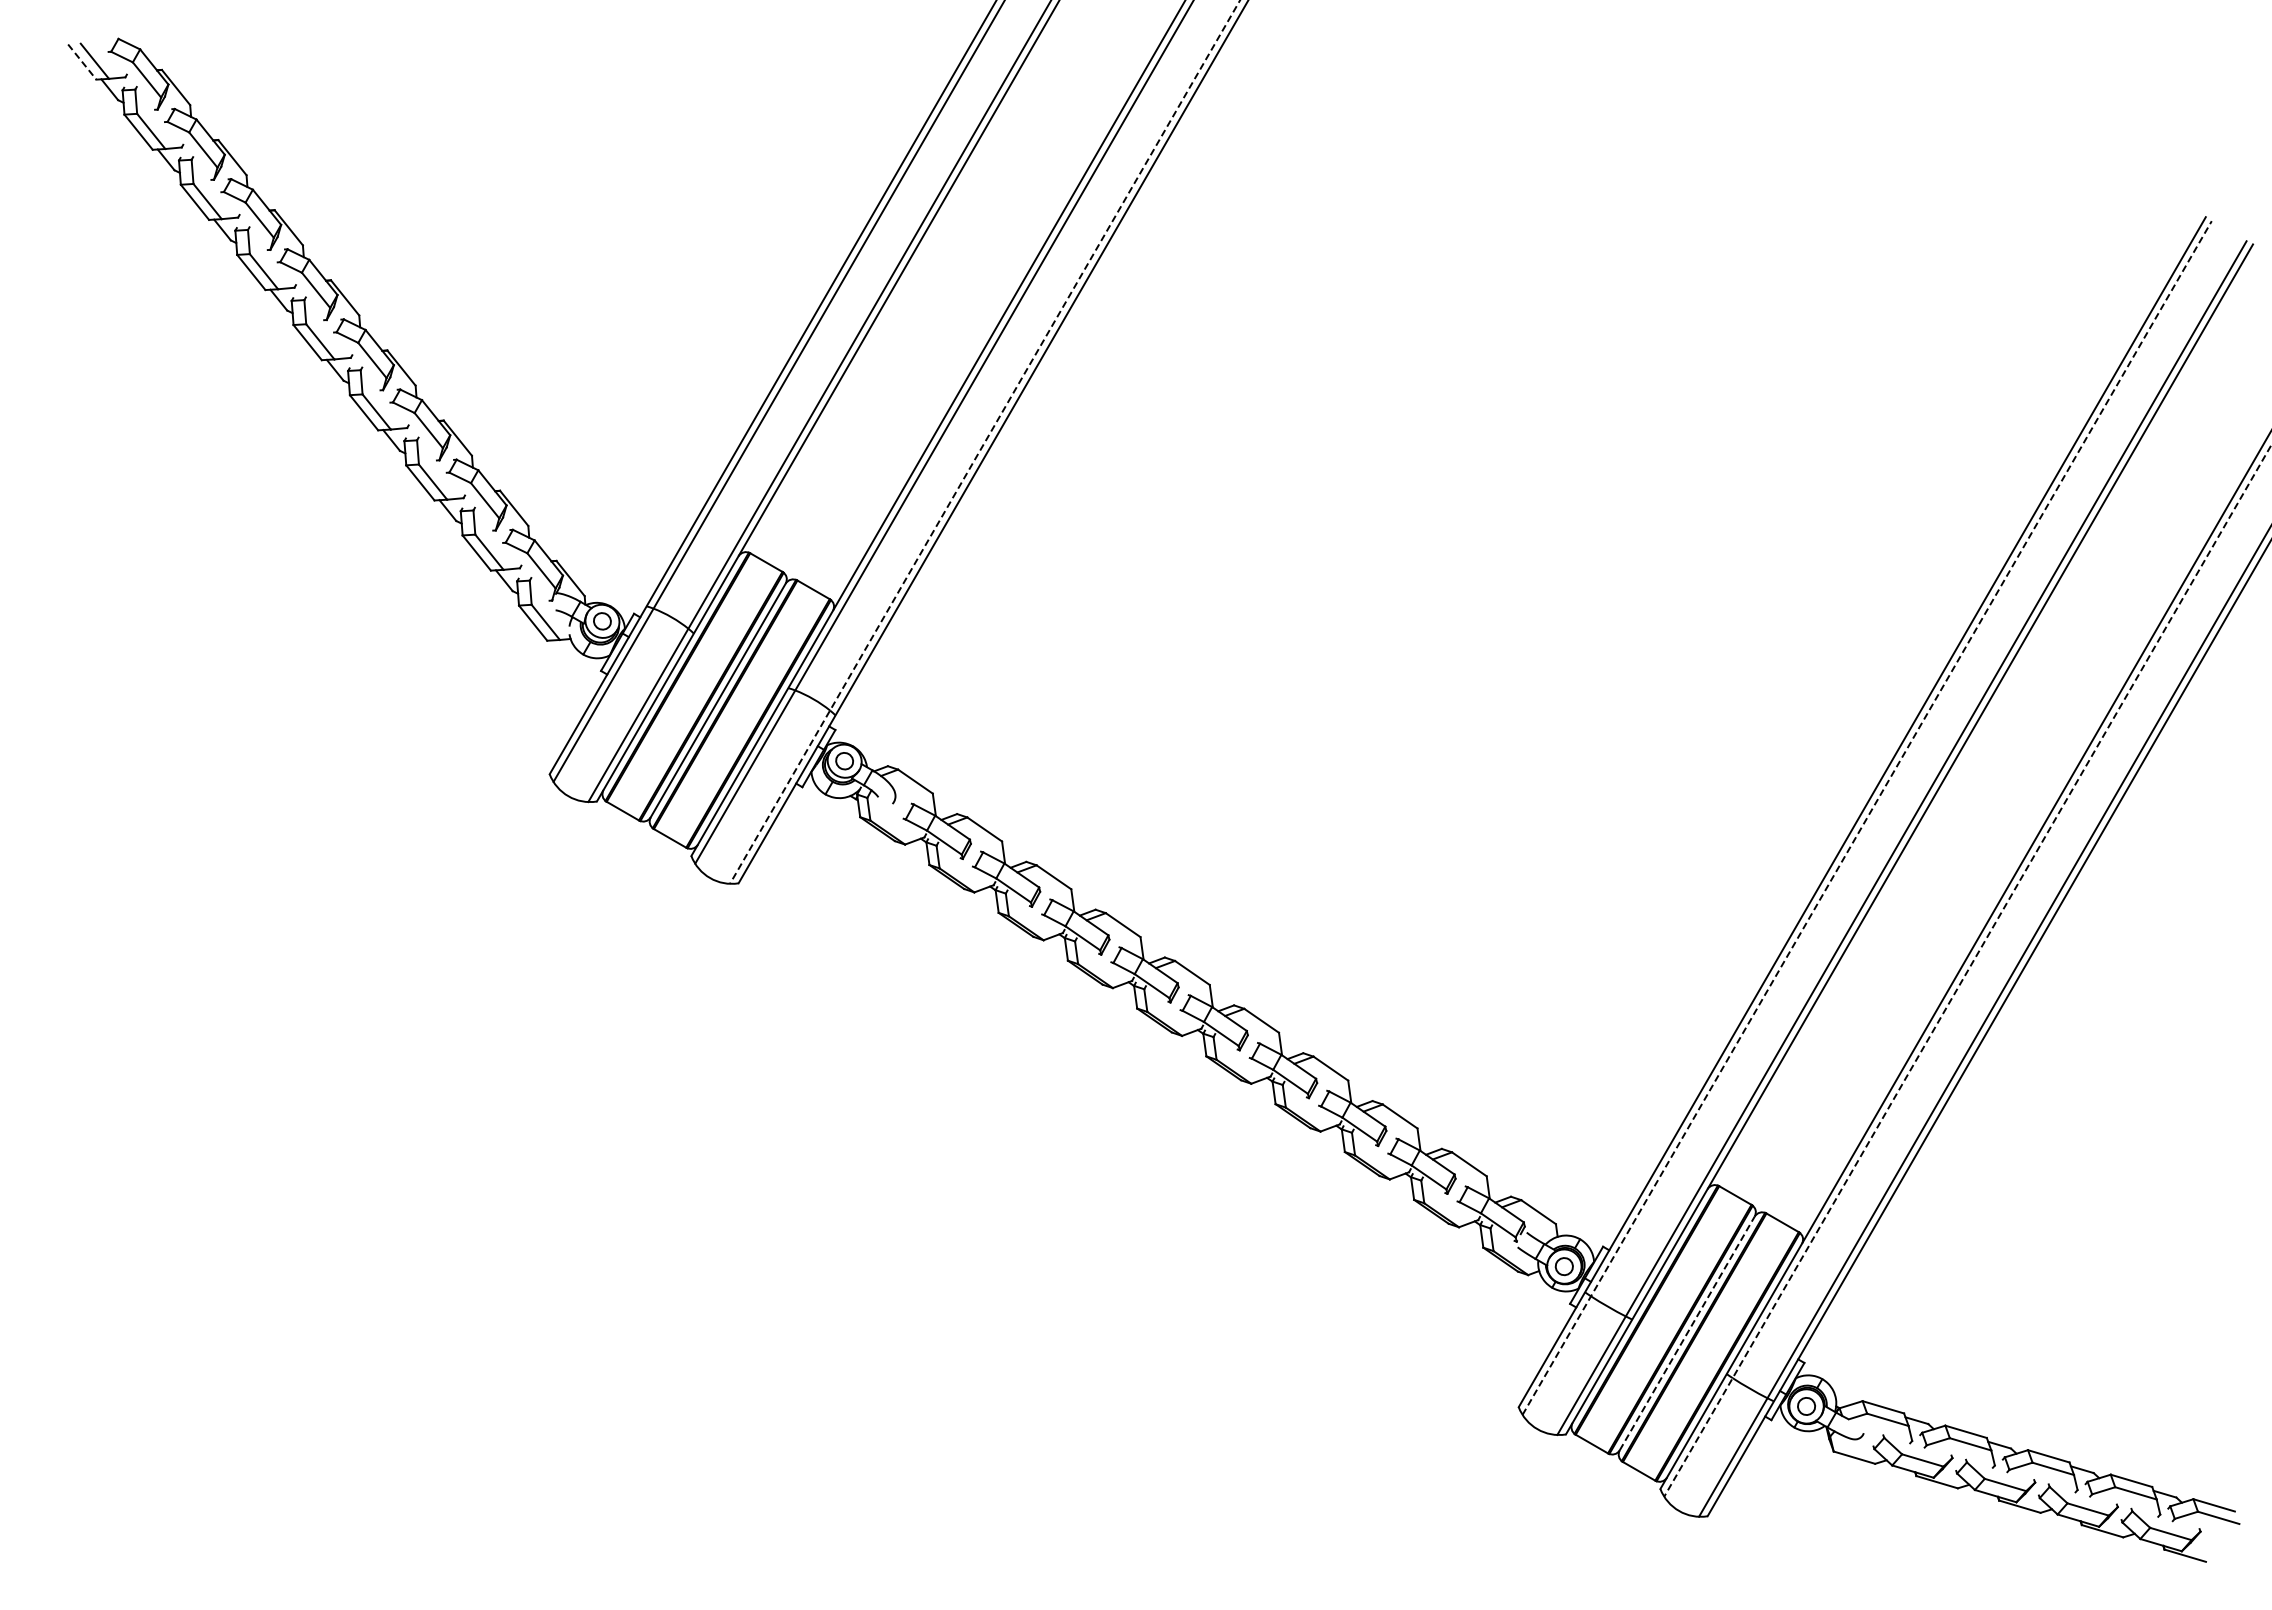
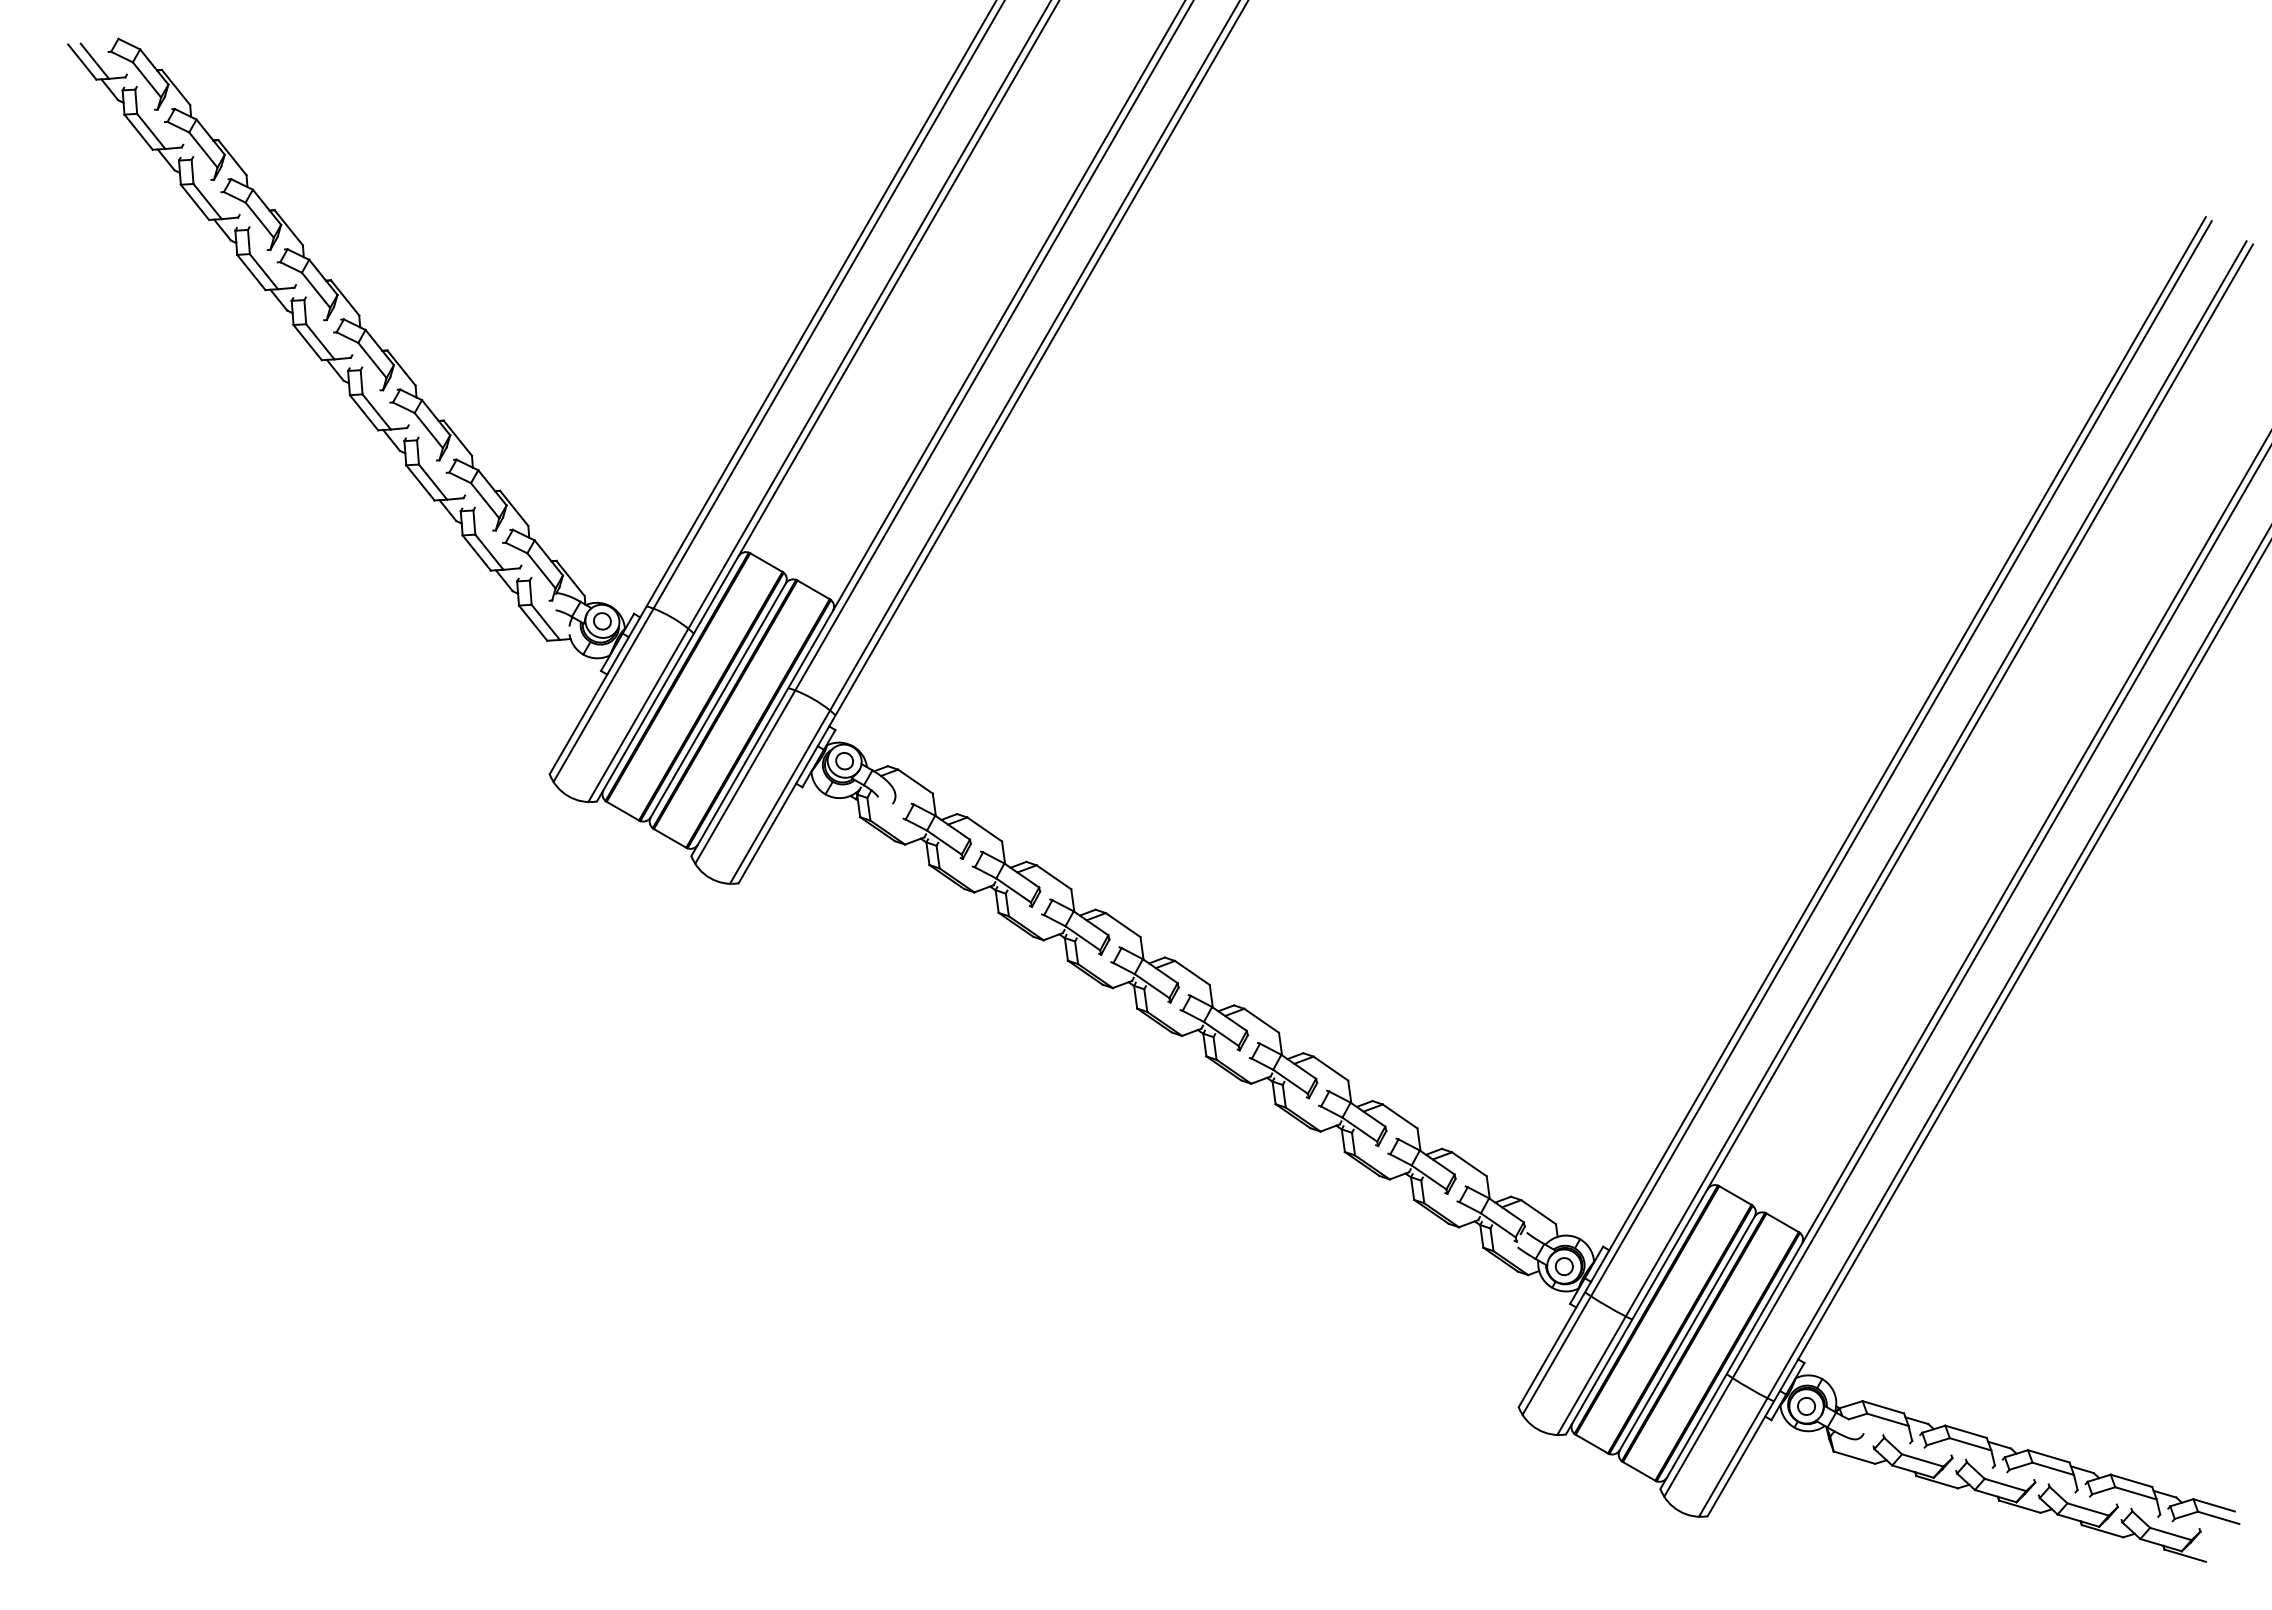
line at (82, 62): dashed -> solid
line at (984, 442): dashed -> solid
line at (1867, 817): dashed -> solid
line at (1967, 971): dashed -> solid
line at (1687, 1333): dashed -> solid
